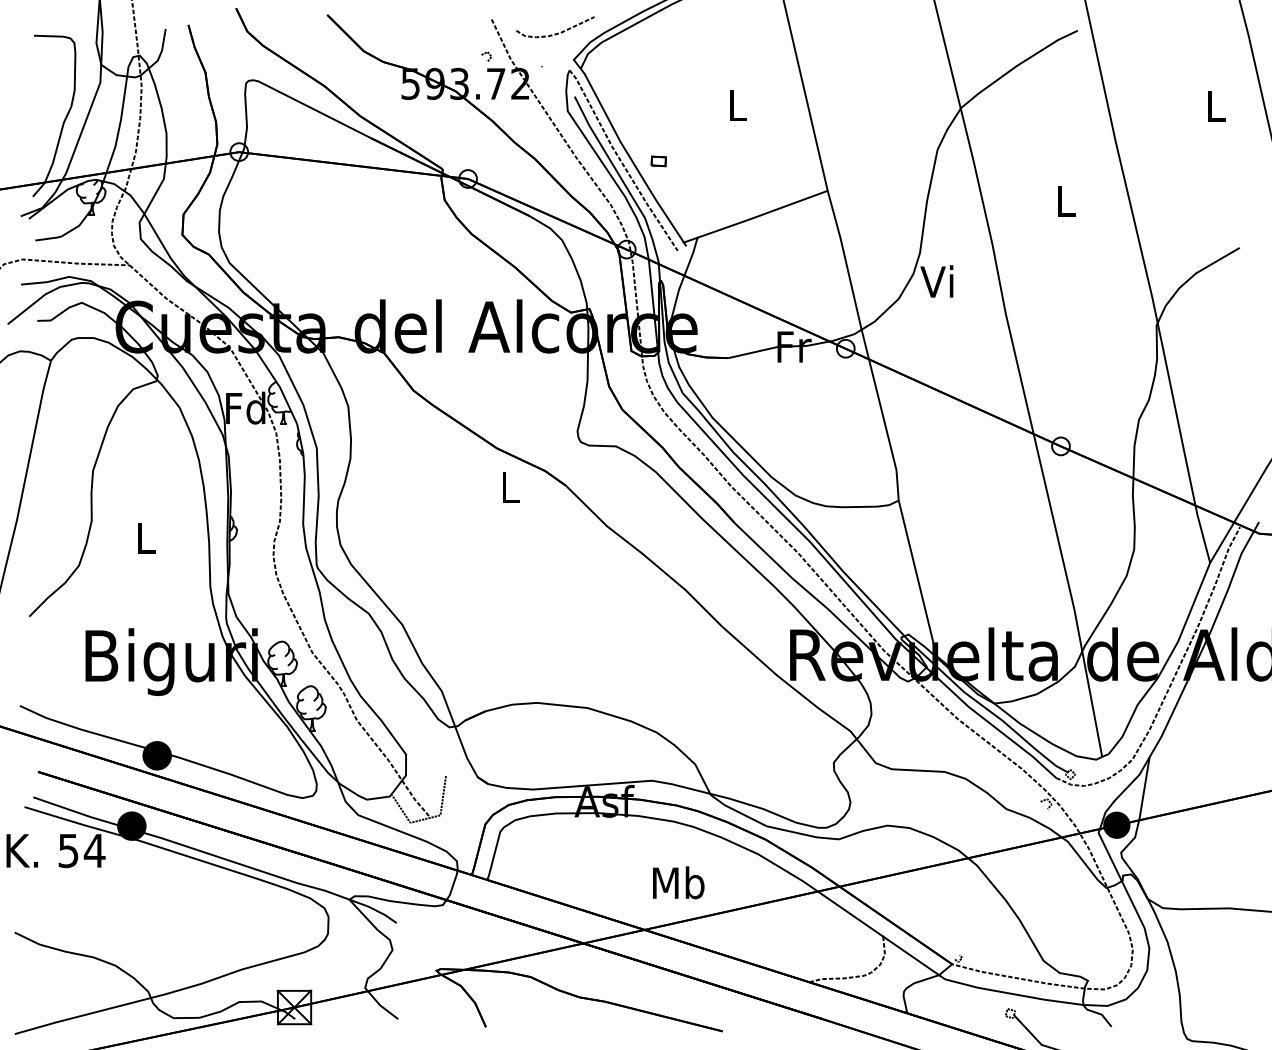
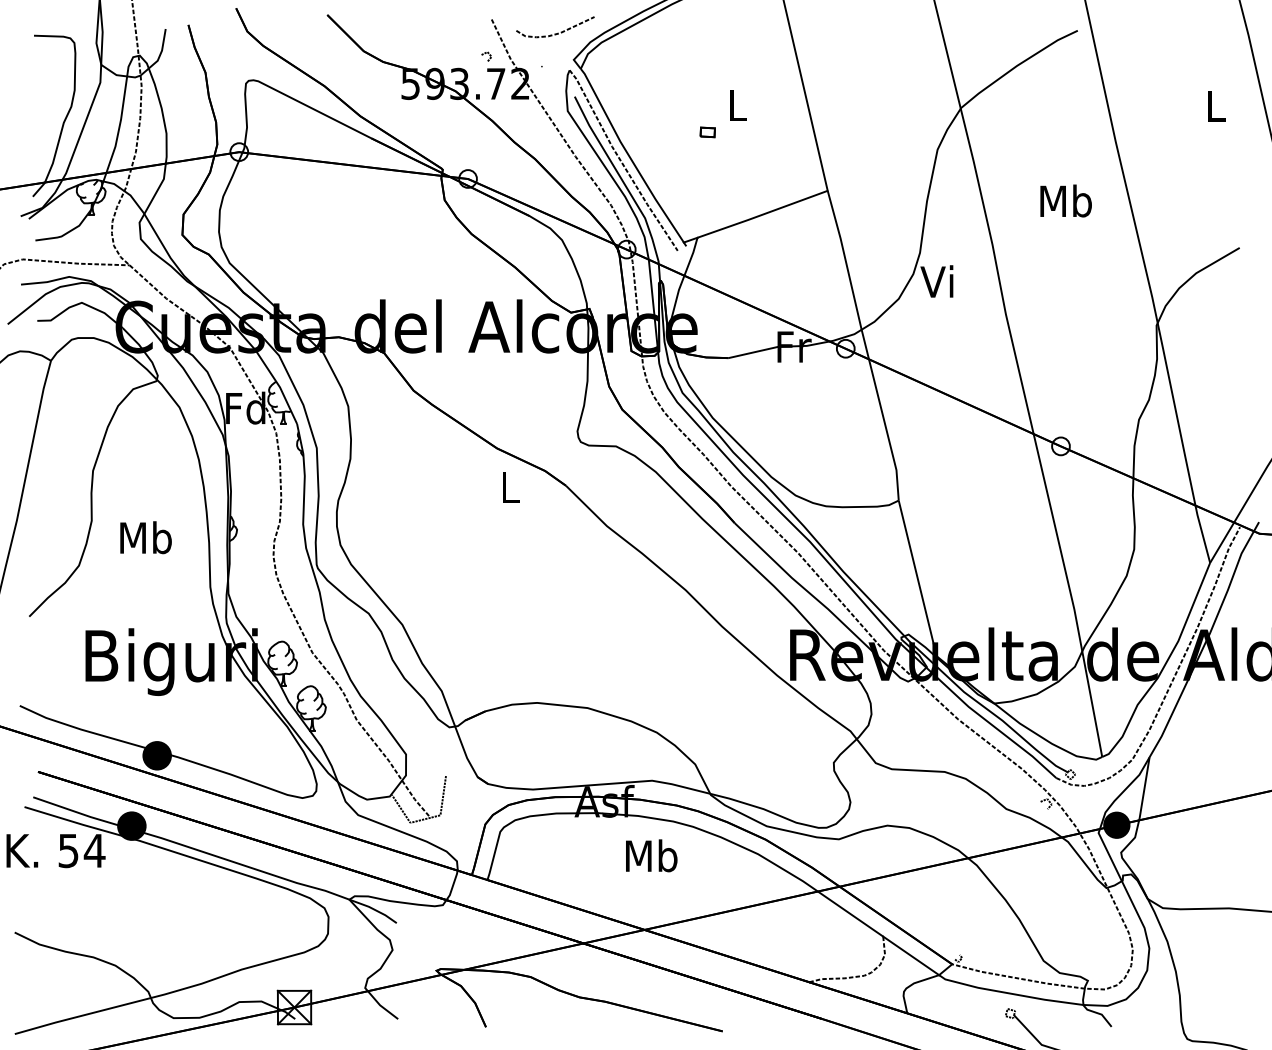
part at (658, 161) position: (658, 161) -> (707, 132)
text at (1065, 200): L -> Mb
text at (145, 537): L -> Mb
text at (678, 882) position: (678, 882) -> (651, 855)
